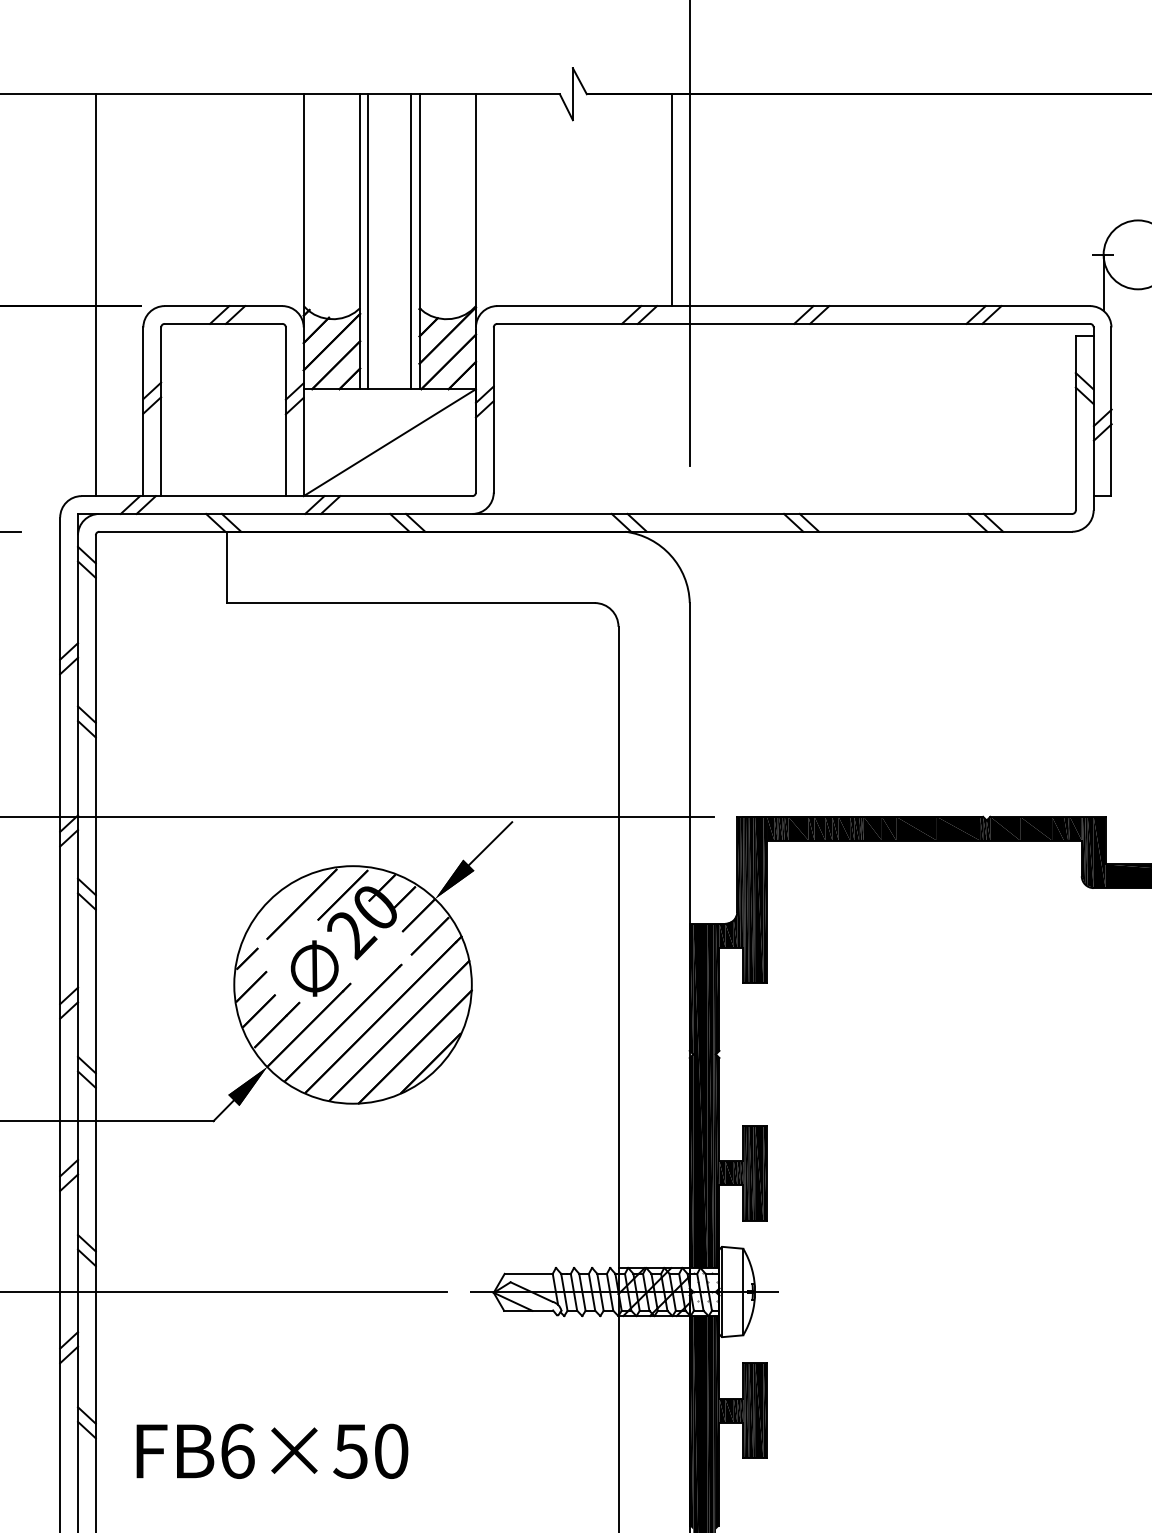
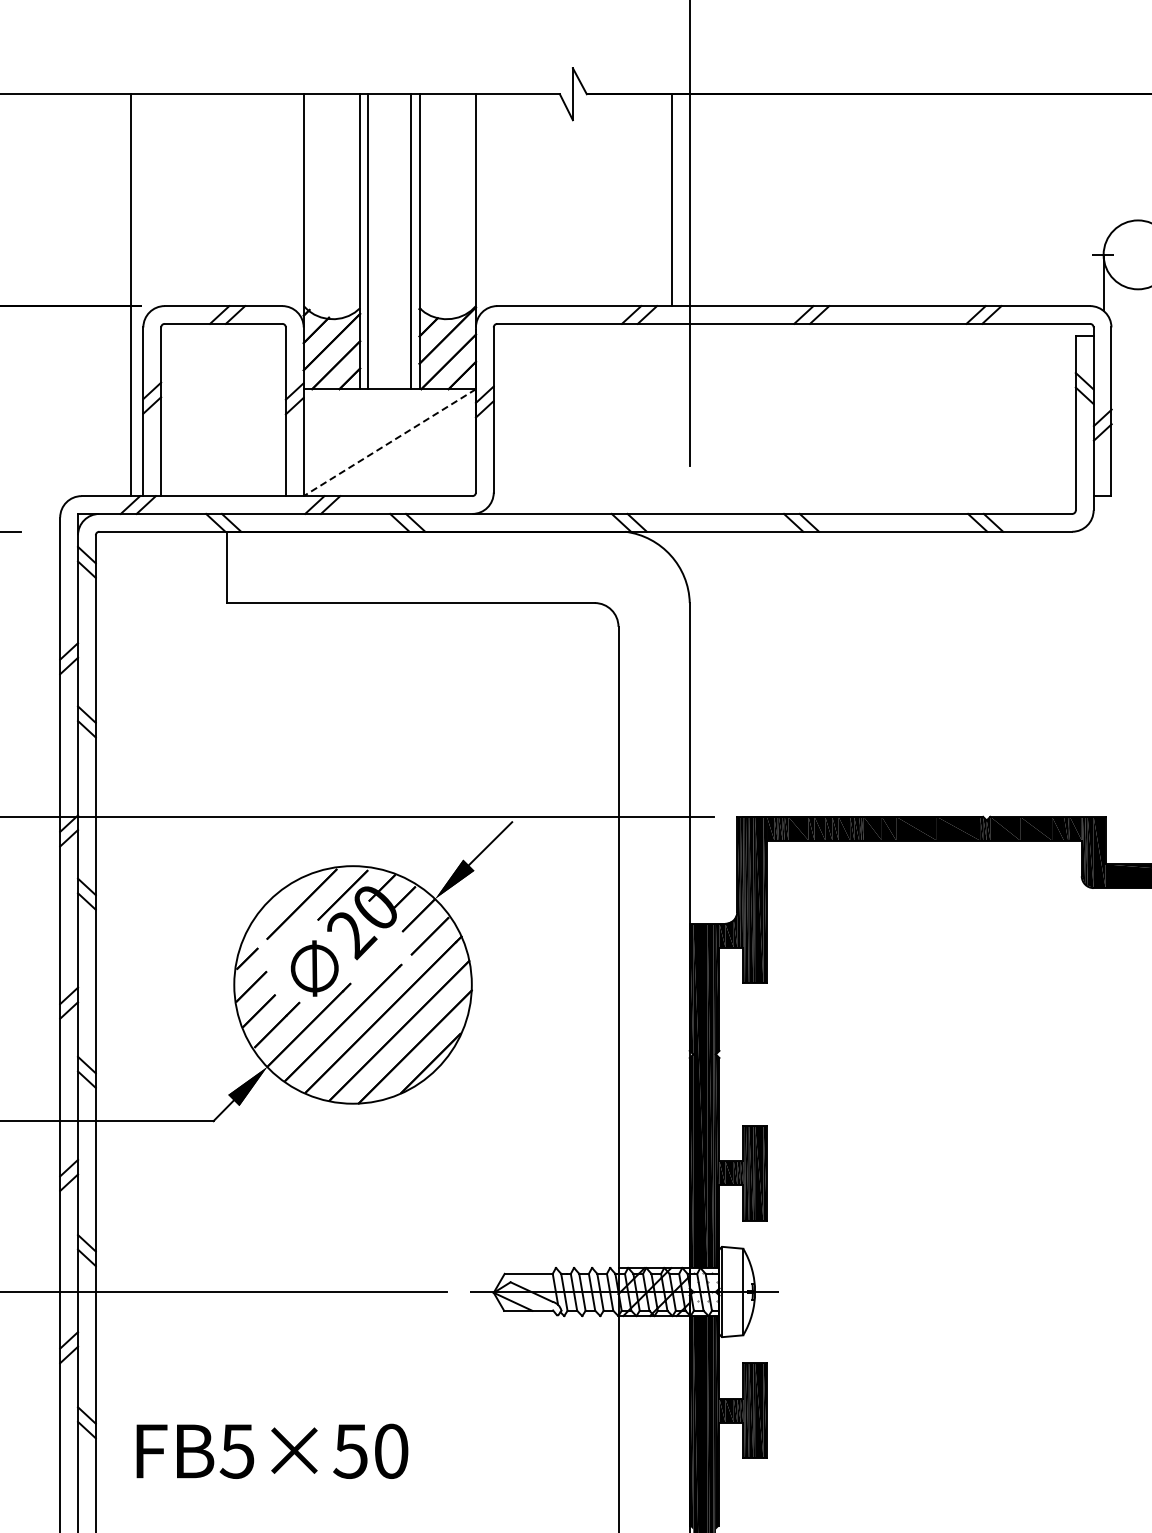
line at (95, 295) position: (95, 295) -> (130, 295)
line at (389, 442): solid -> dashed
text at (236, 1450): FB6×50 -> FB5×50
